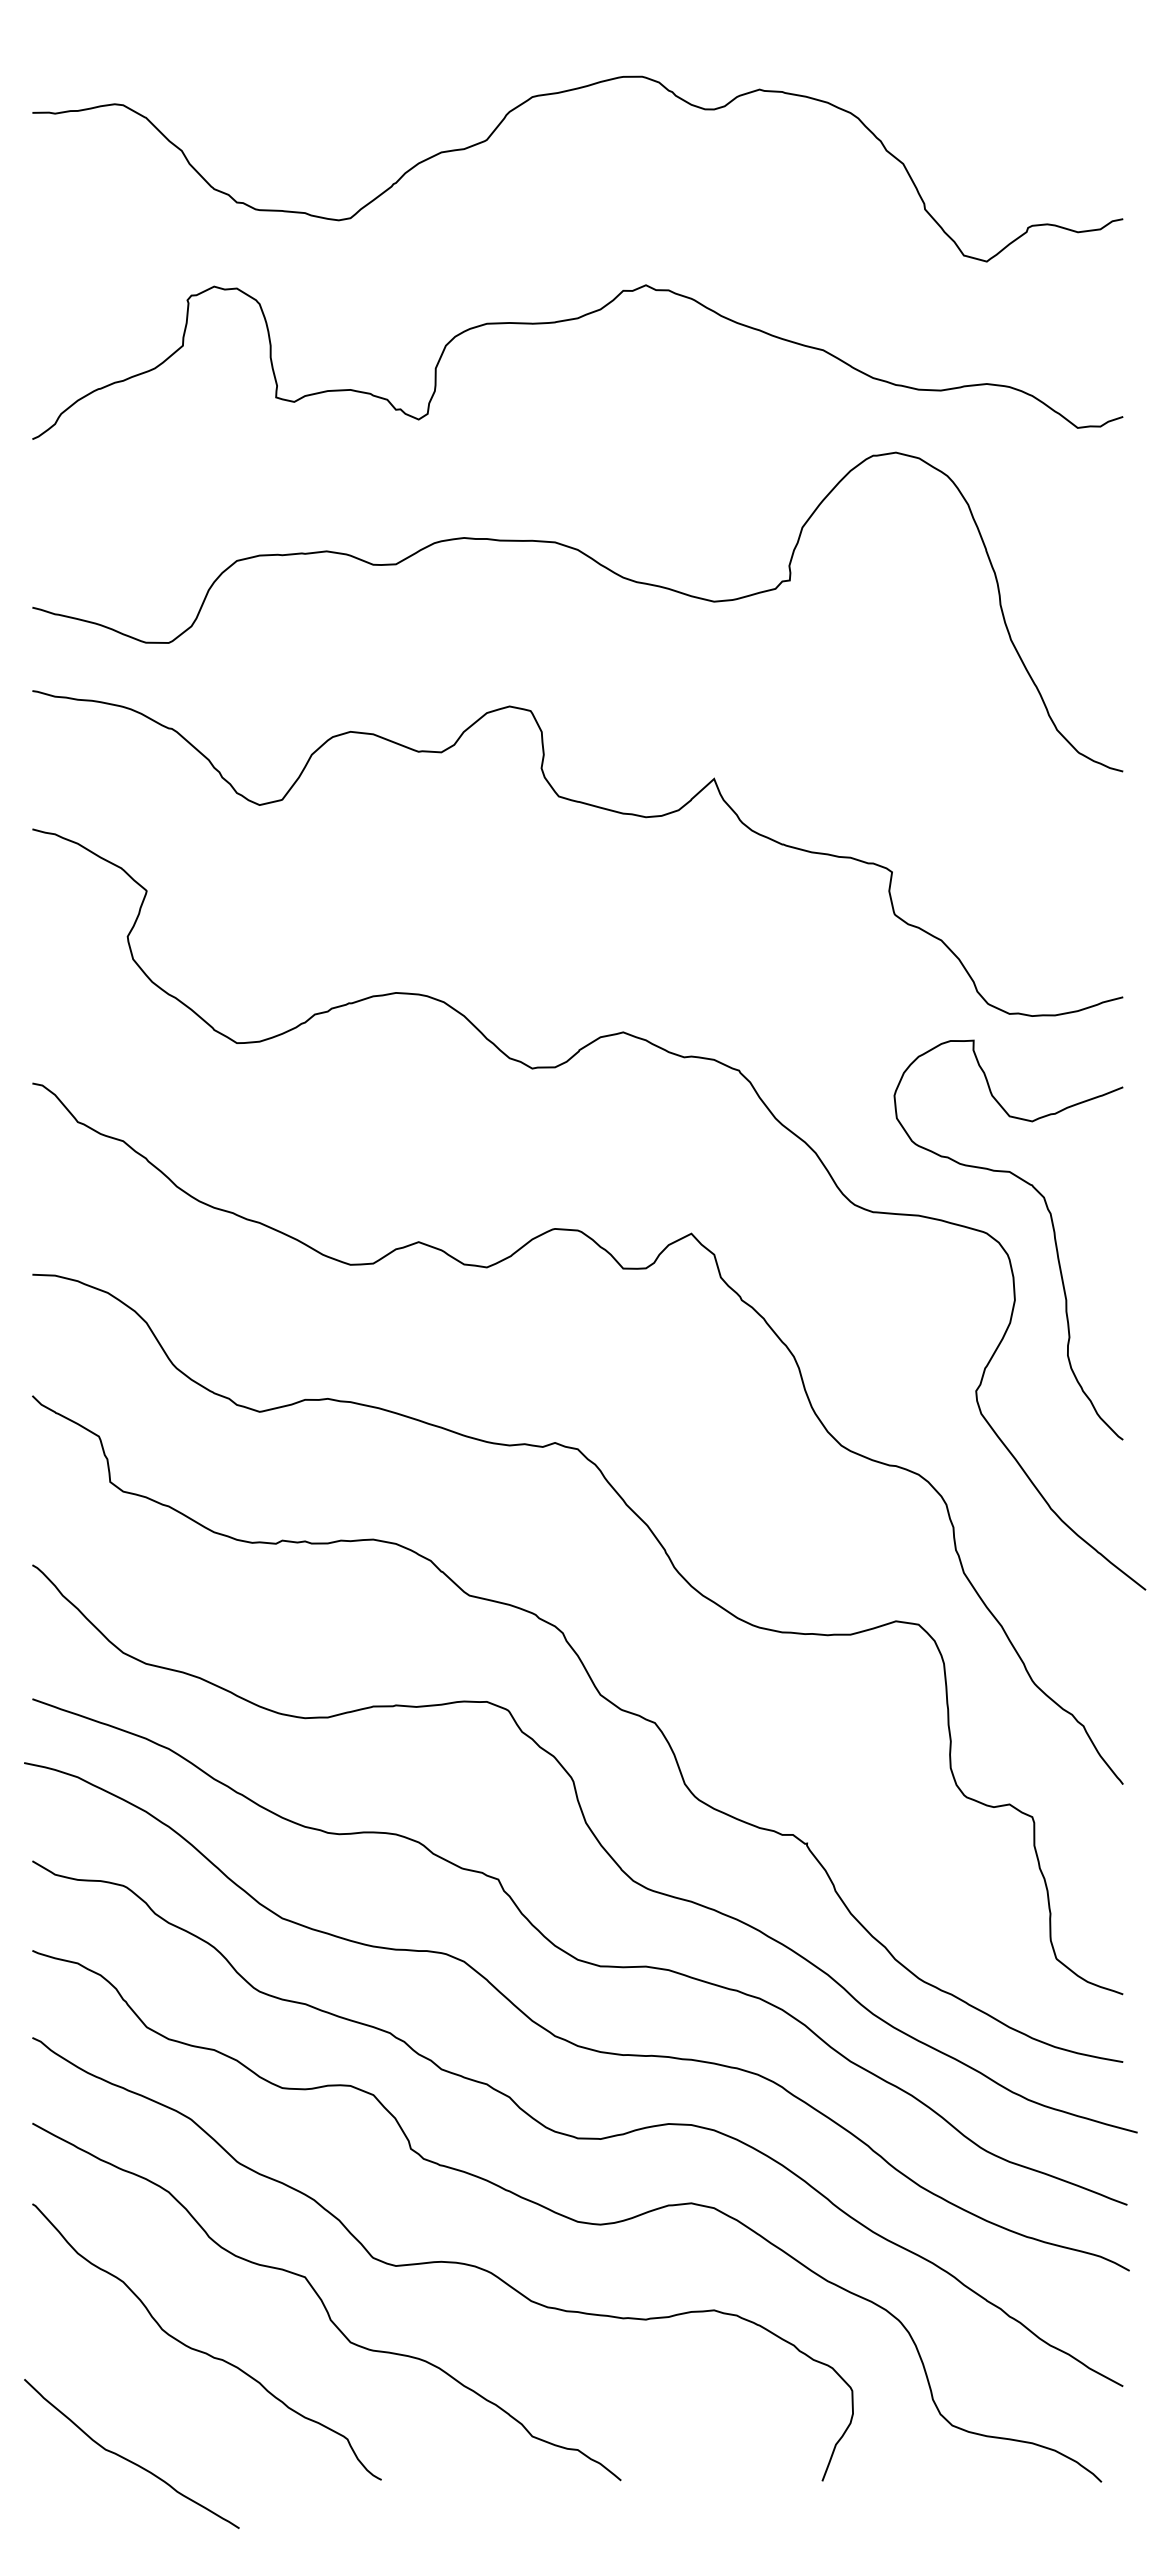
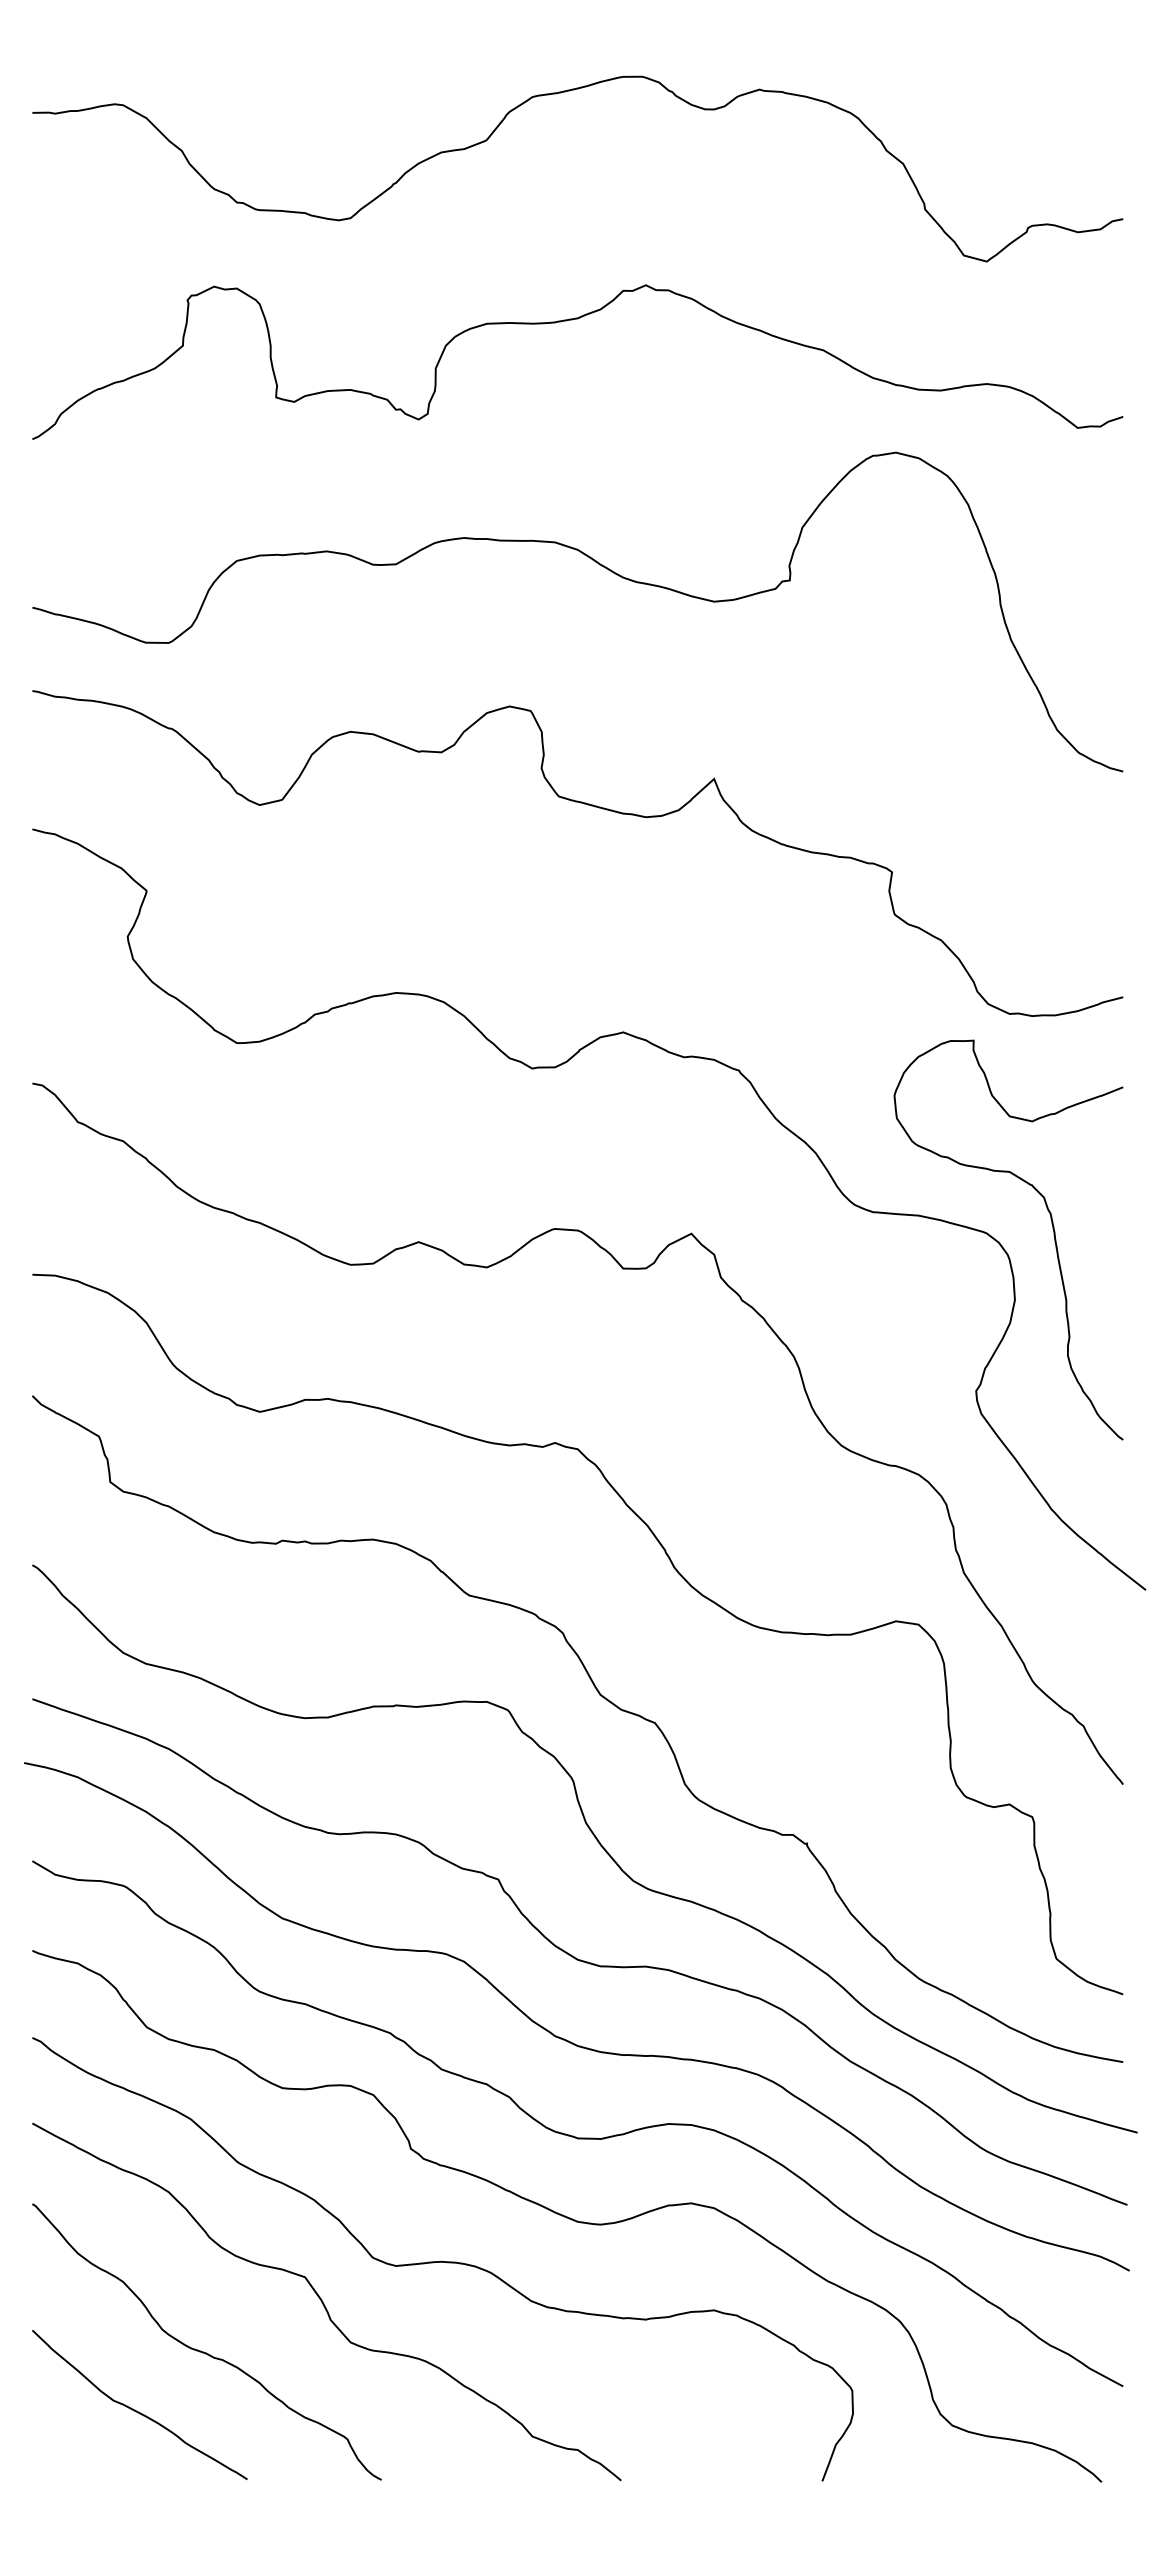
curve at (127, 2458) position: (127, 2458) -> (135, 2409)
